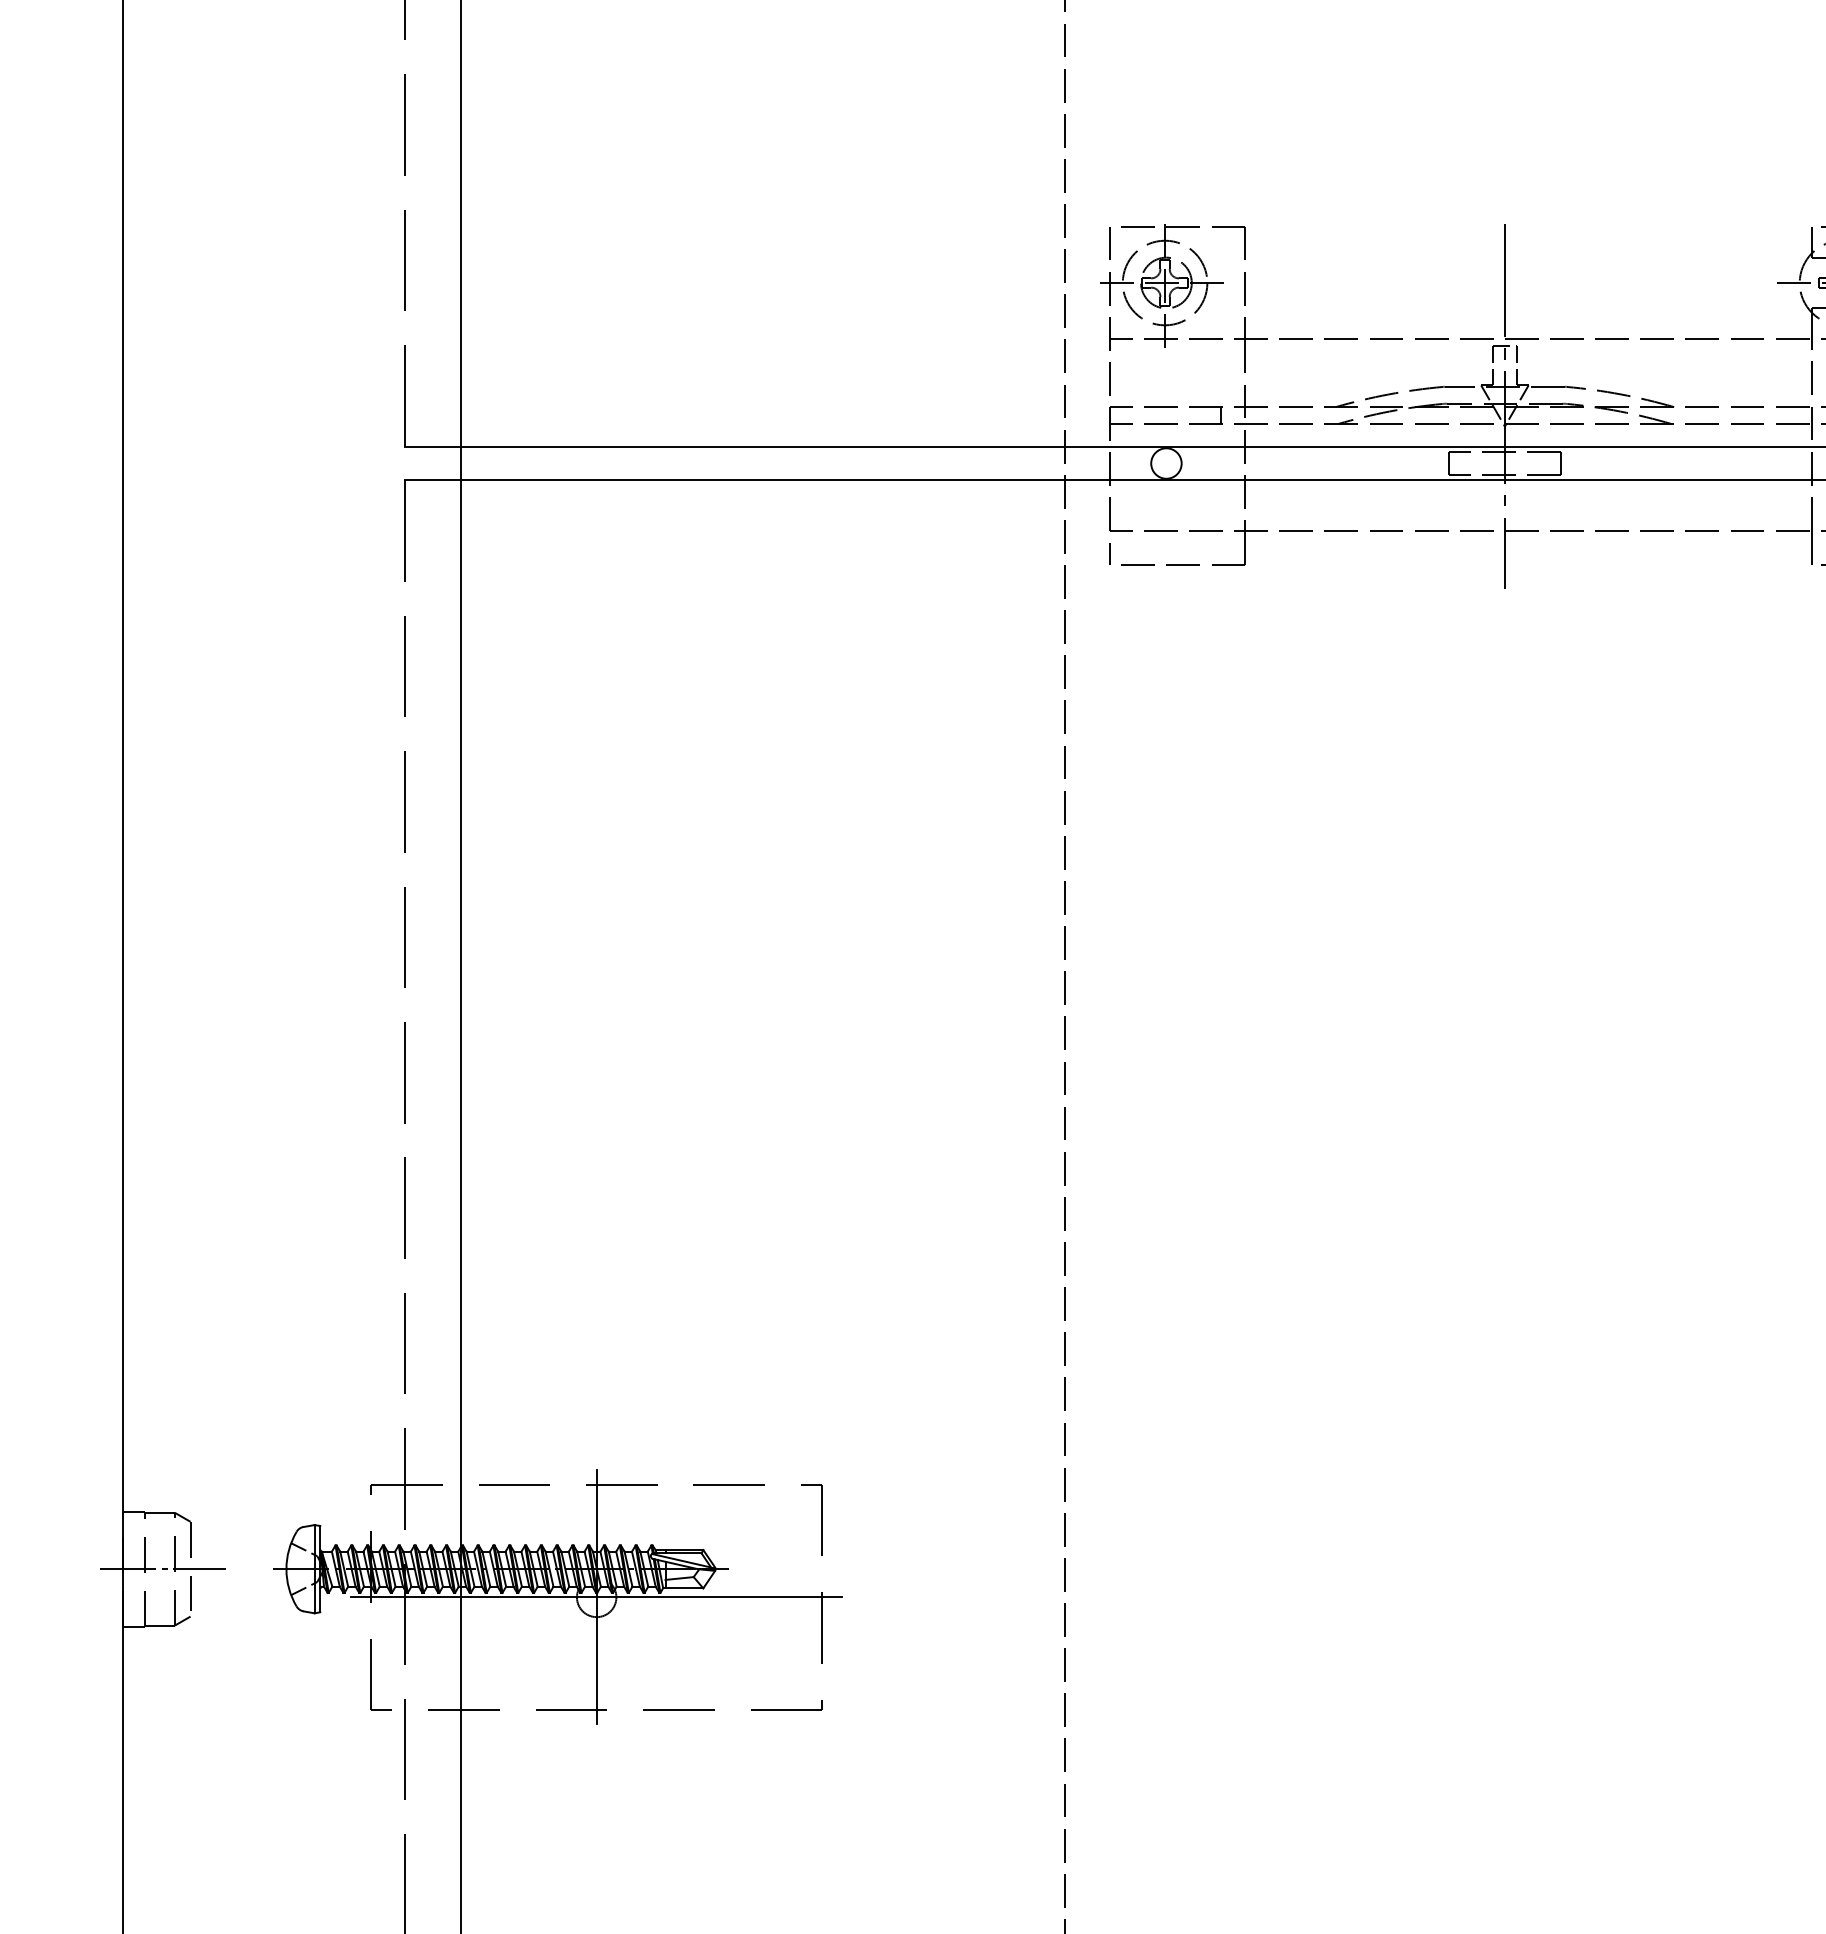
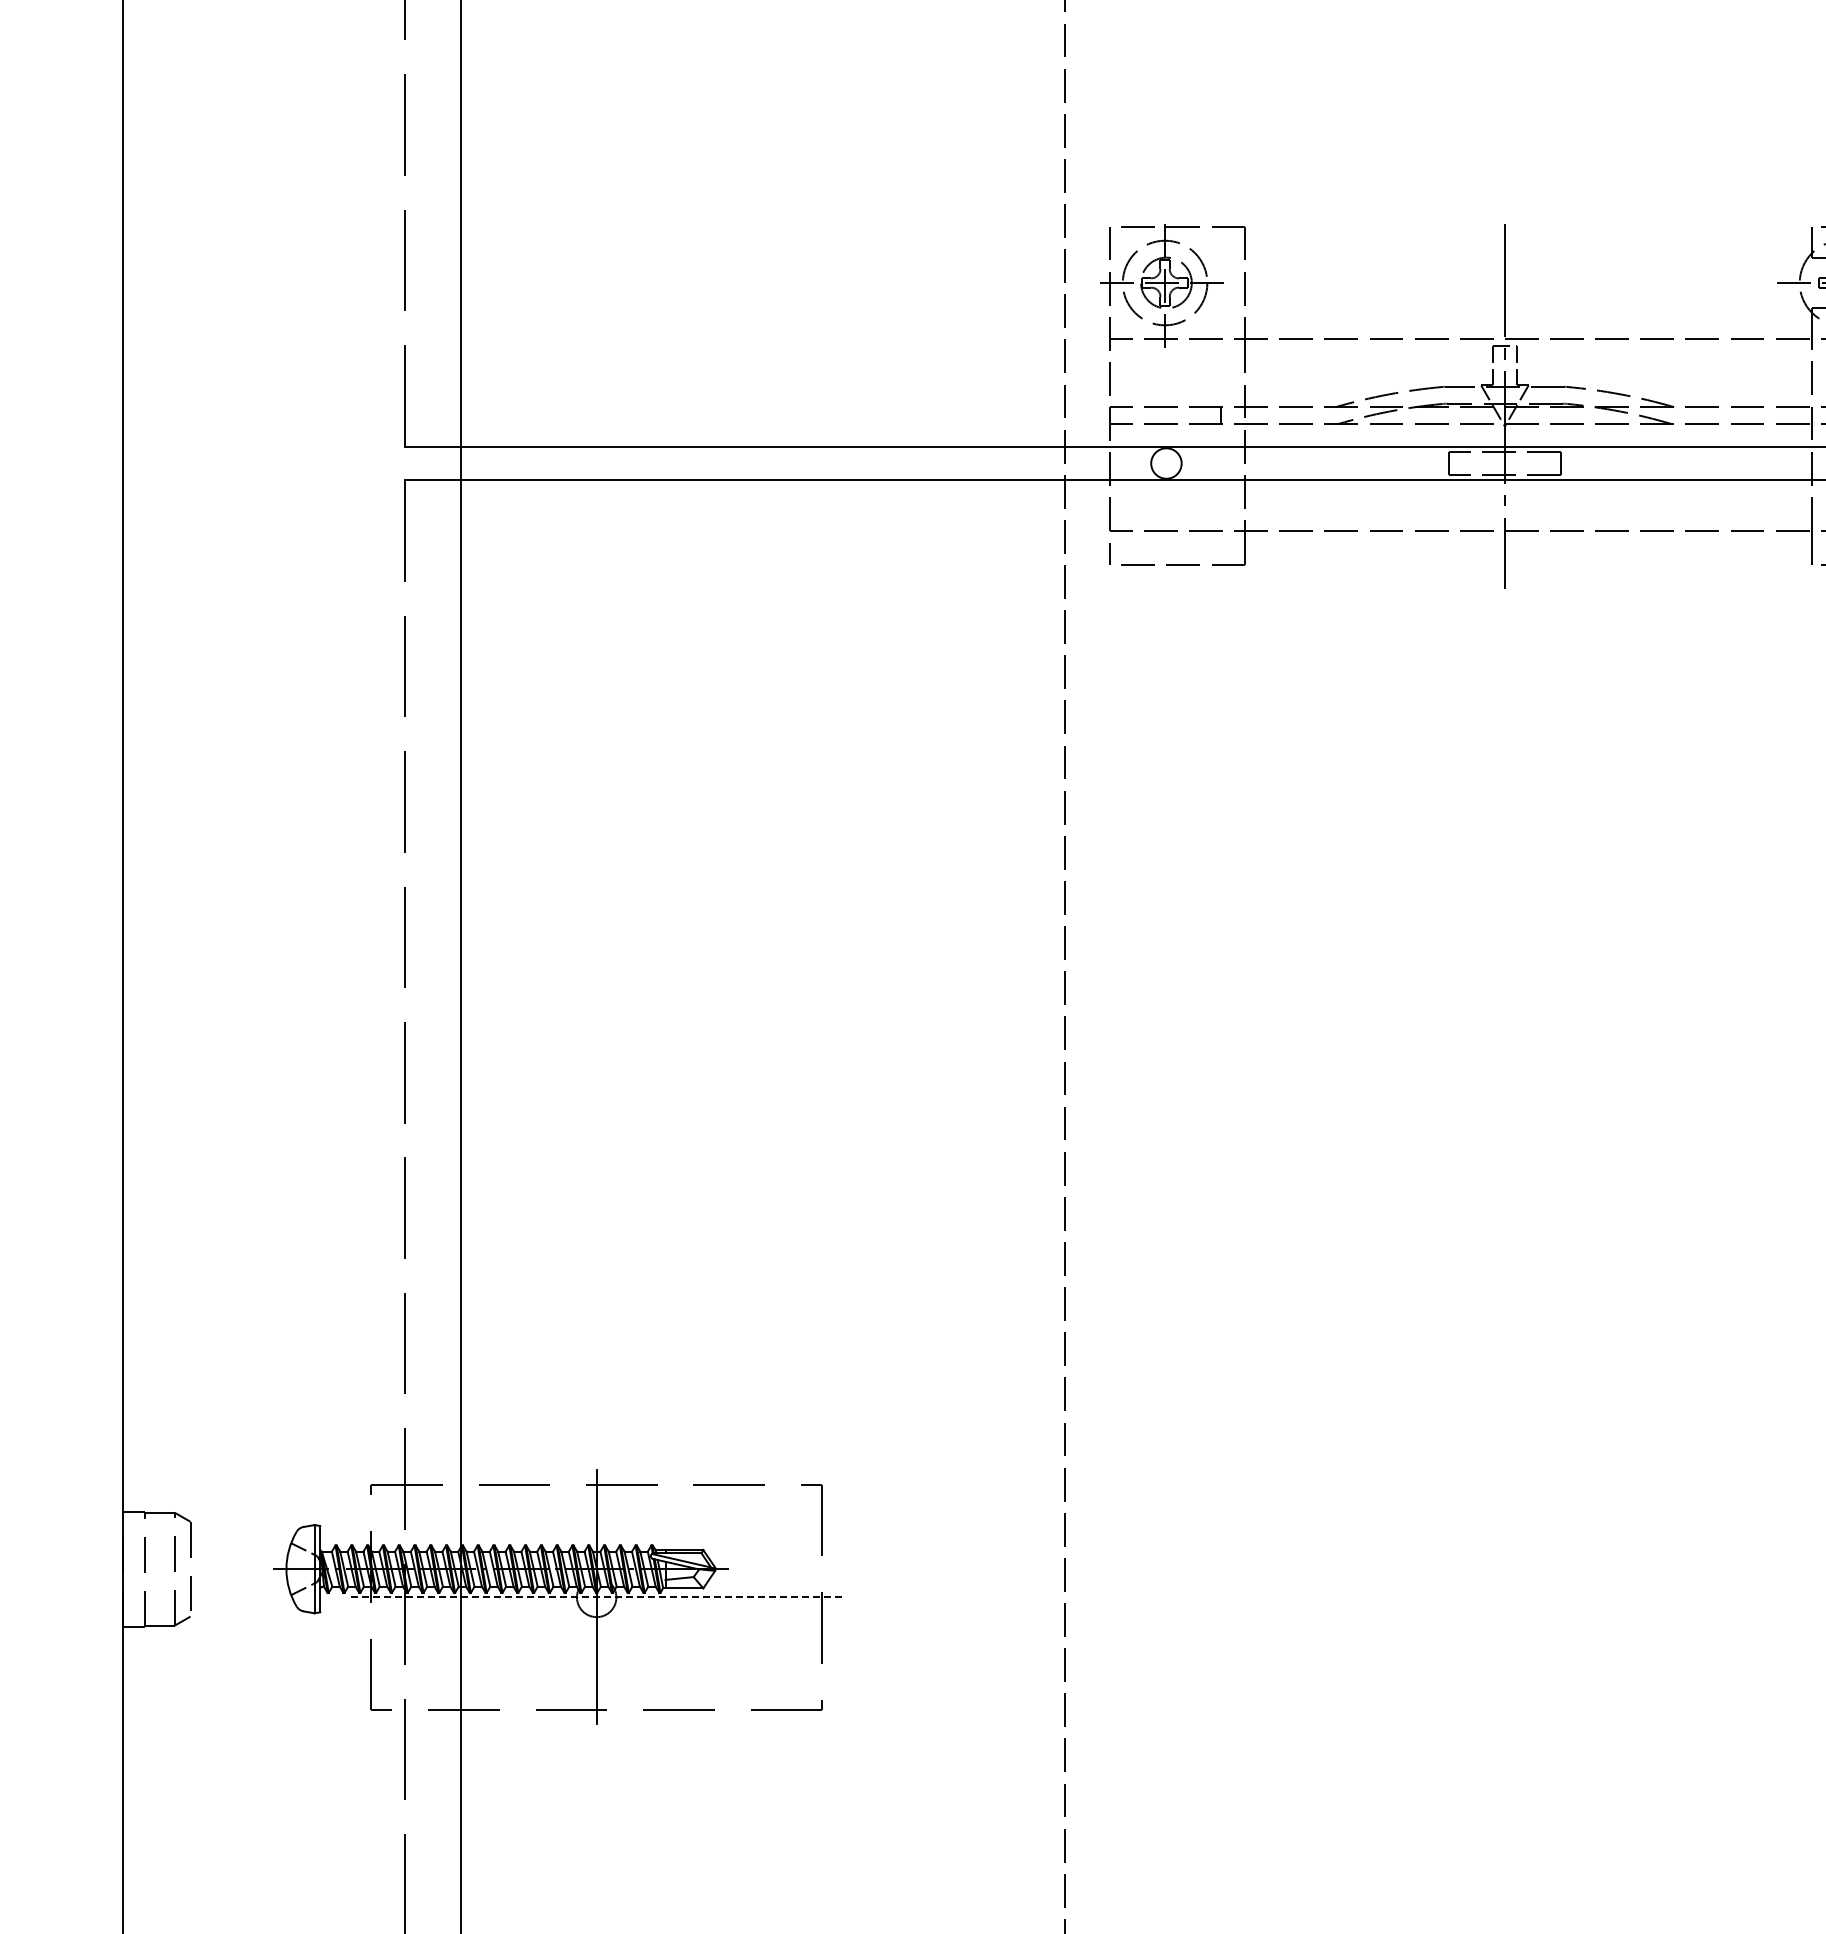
line at (162, 1569): present -> none
line at (596, 1597): solid -> dashed
